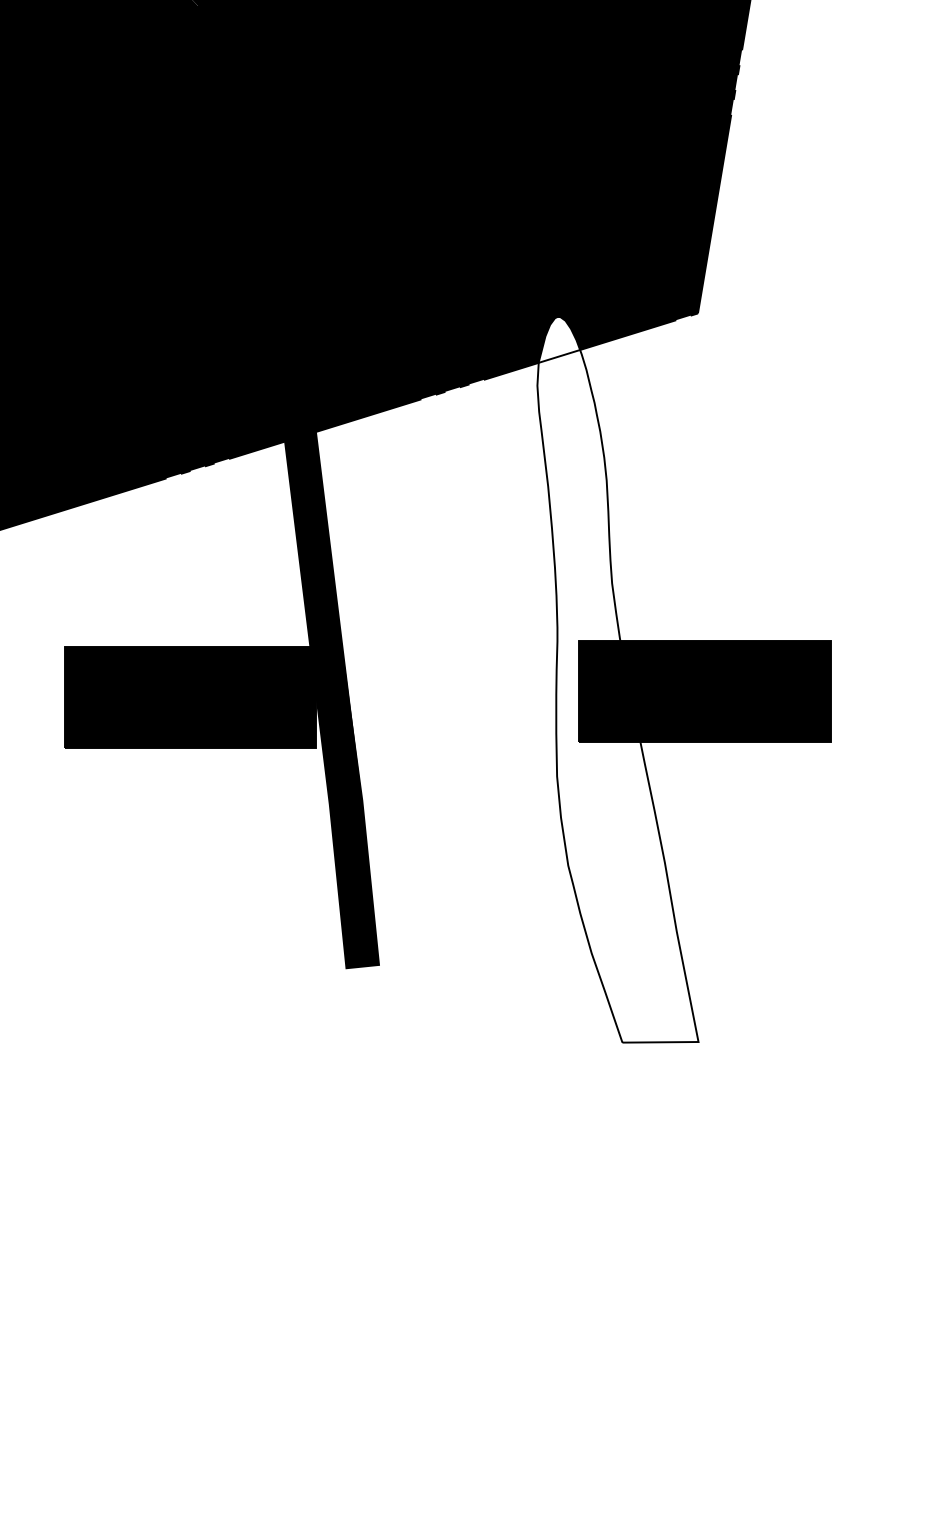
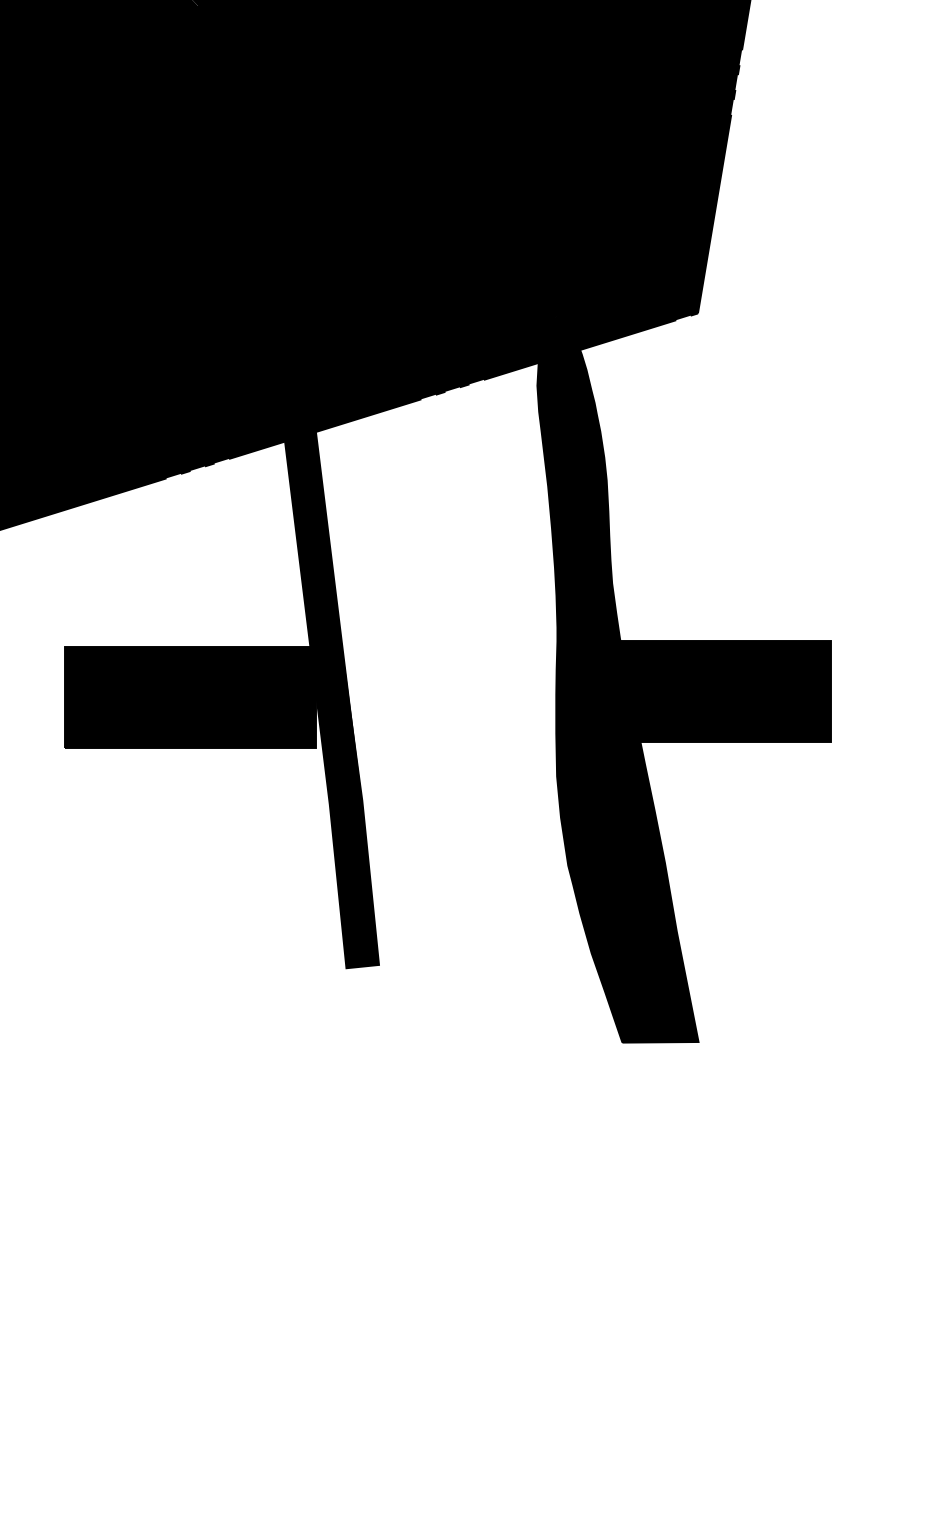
fill at (617, 679): none -> present
